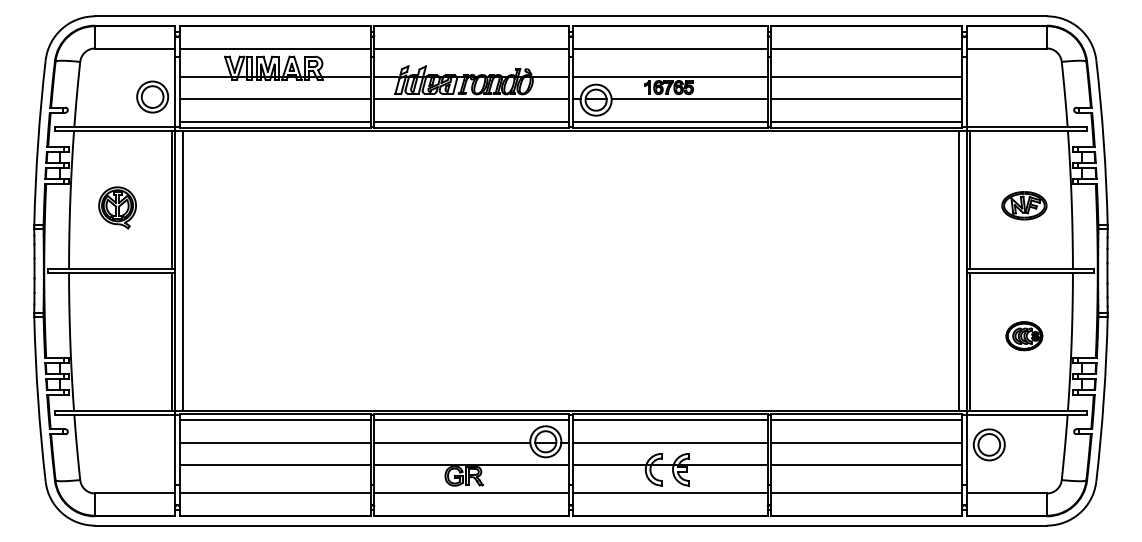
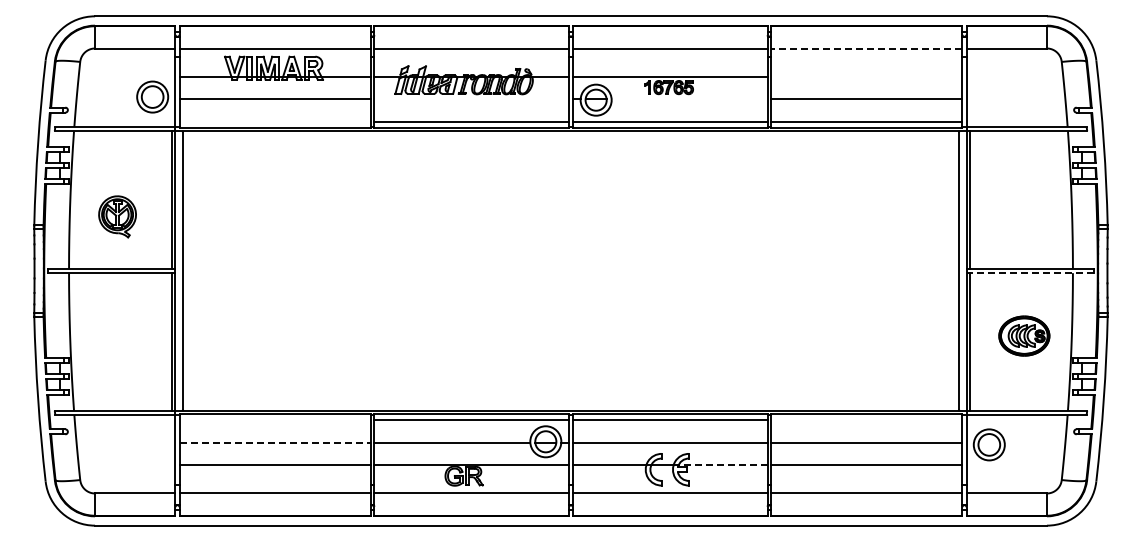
line at (866, 48): solid -> dashed
line at (866, 77): present -> none
line at (471, 99): present -> none
line at (689, 99): present -> none
line at (275, 121): present -> none
part at (1024, 205): present -> none
part at (117, 207) position: (117, 207) -> (117, 216)
line at (1030, 273): solid -> dashed
part at (1024, 336) size: 39x31 px -> 53x42 px
line at (275, 420): present -> none
line at (866, 420): present -> none
line at (275, 442): solid -> dashed
line at (722, 464): solid -> dashed
